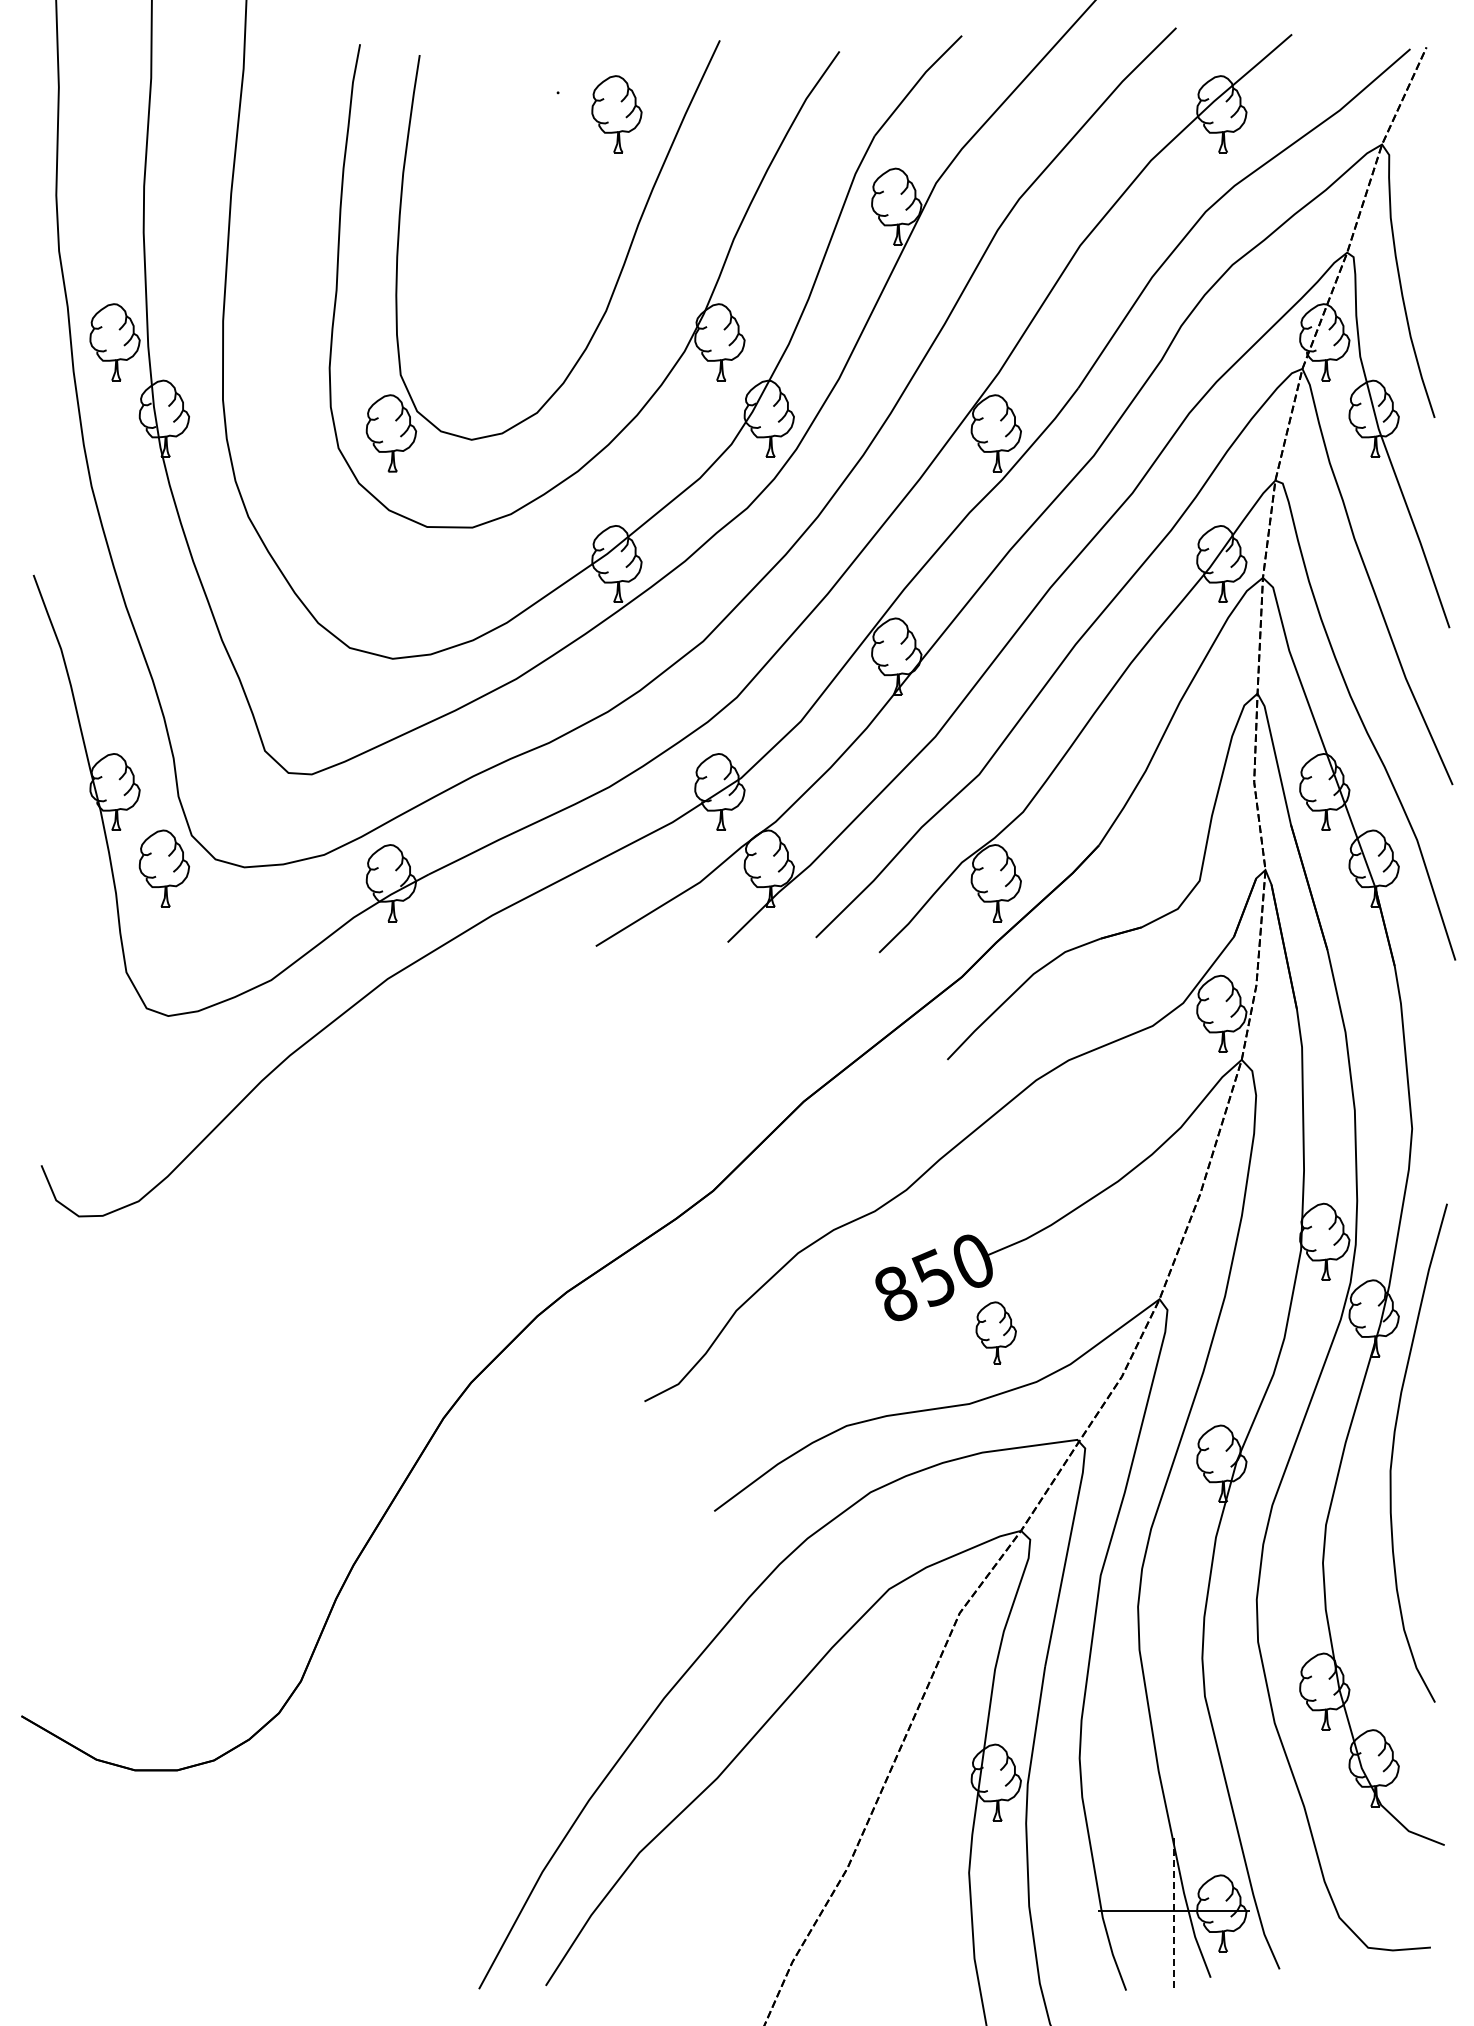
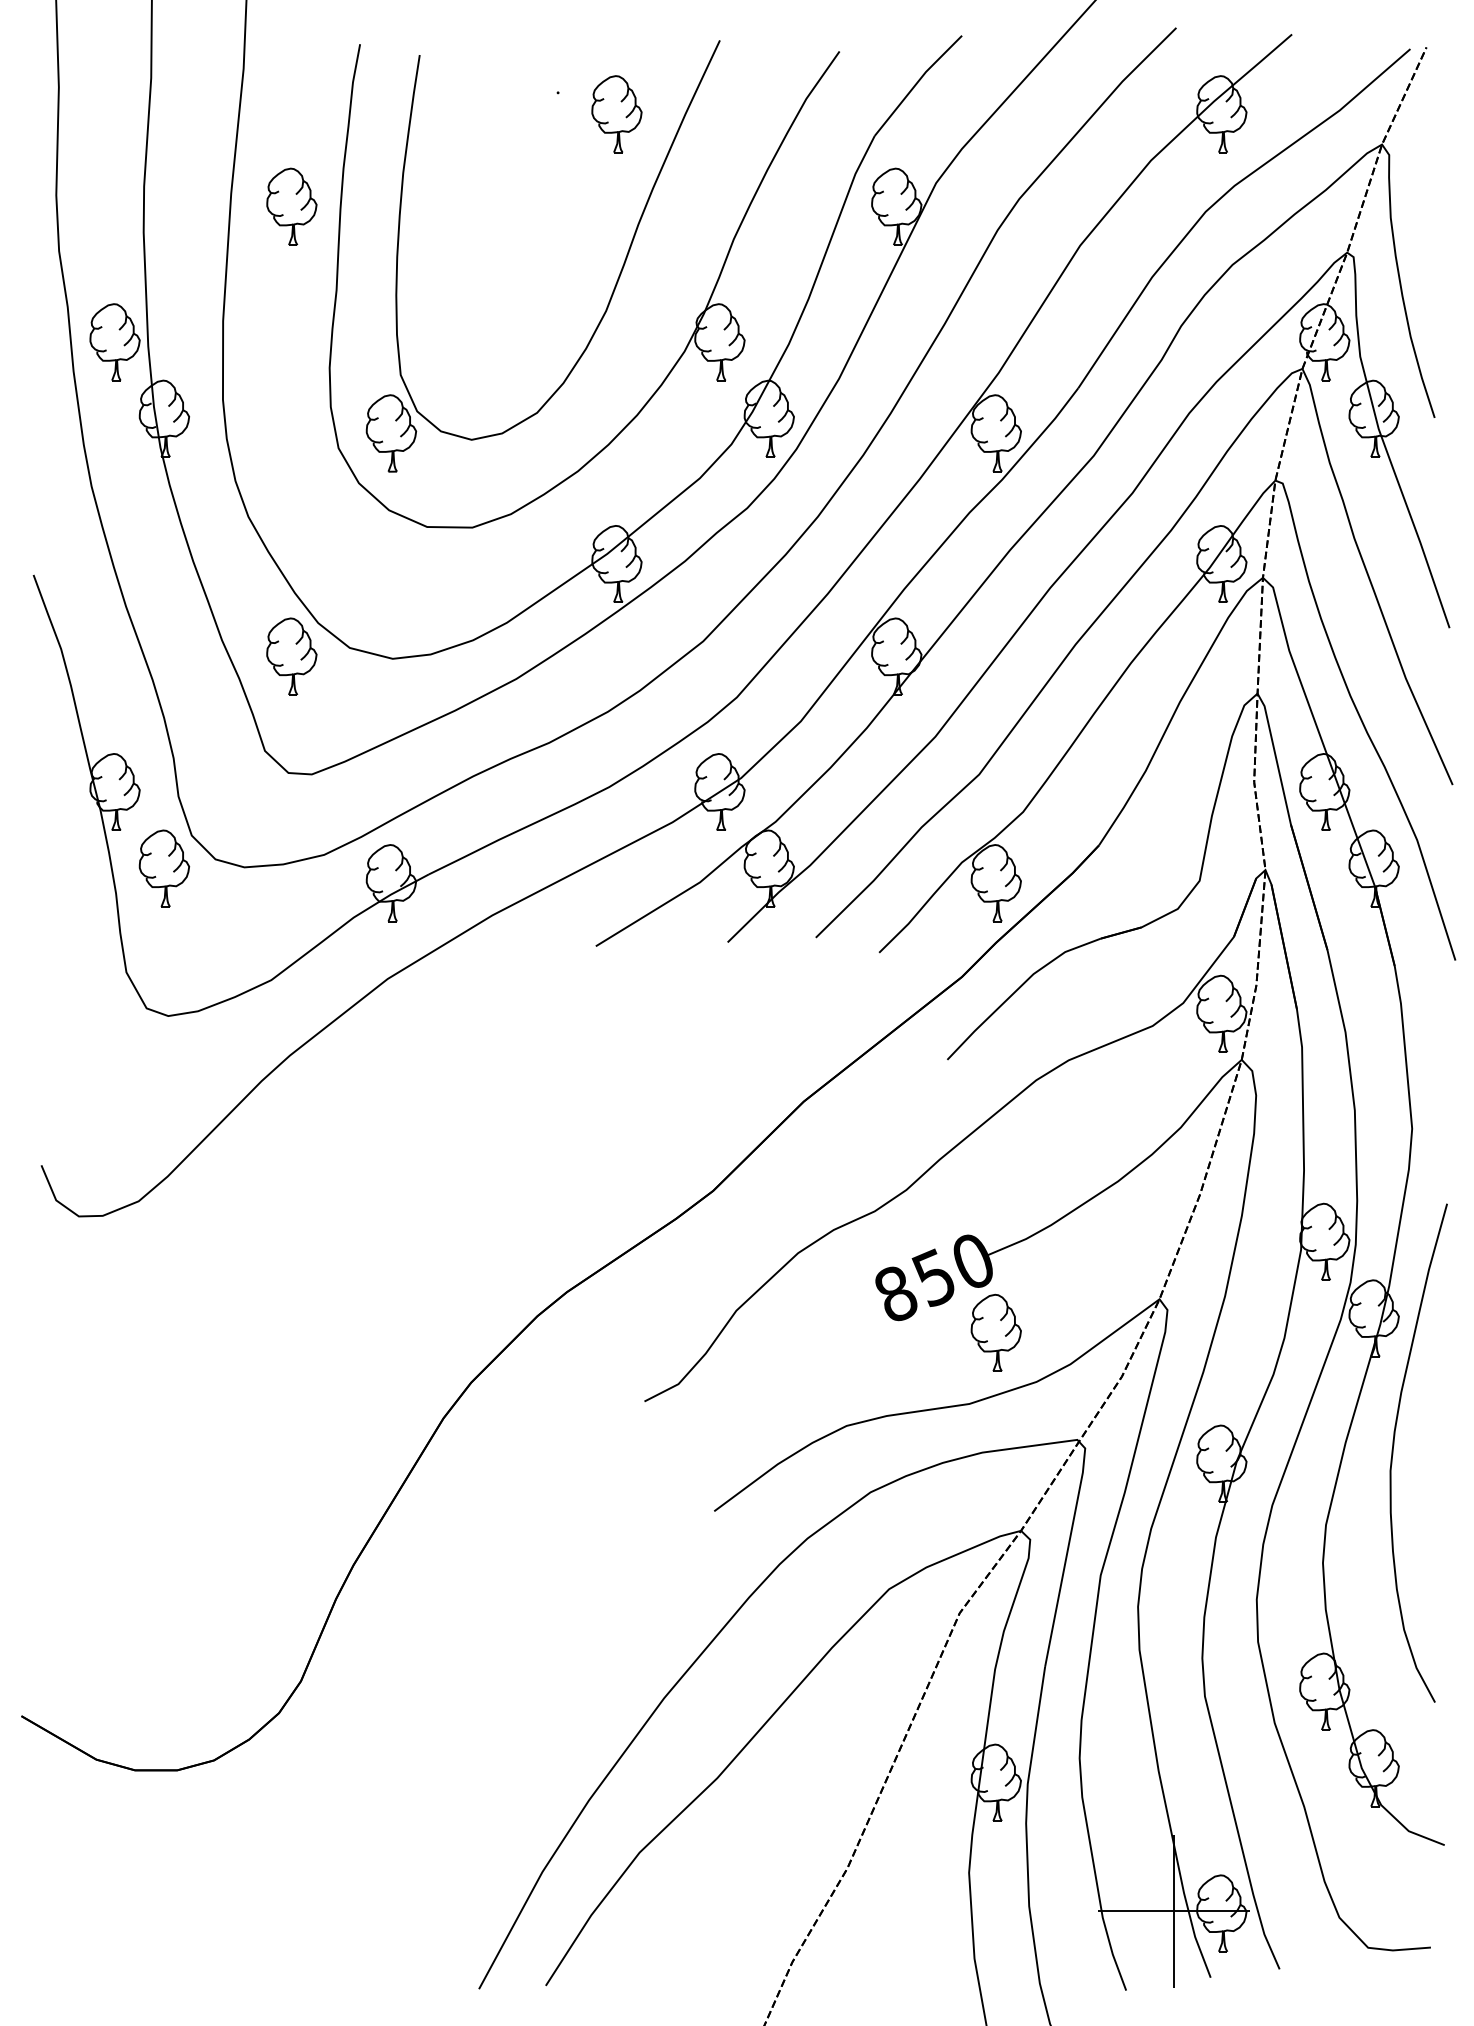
part at (291, 206): none -> present
part at (291, 656): none -> present
part at (995, 1332) size: 42x64 px -> 52x79 px
line at (1173, 1910): dashed -> solid
